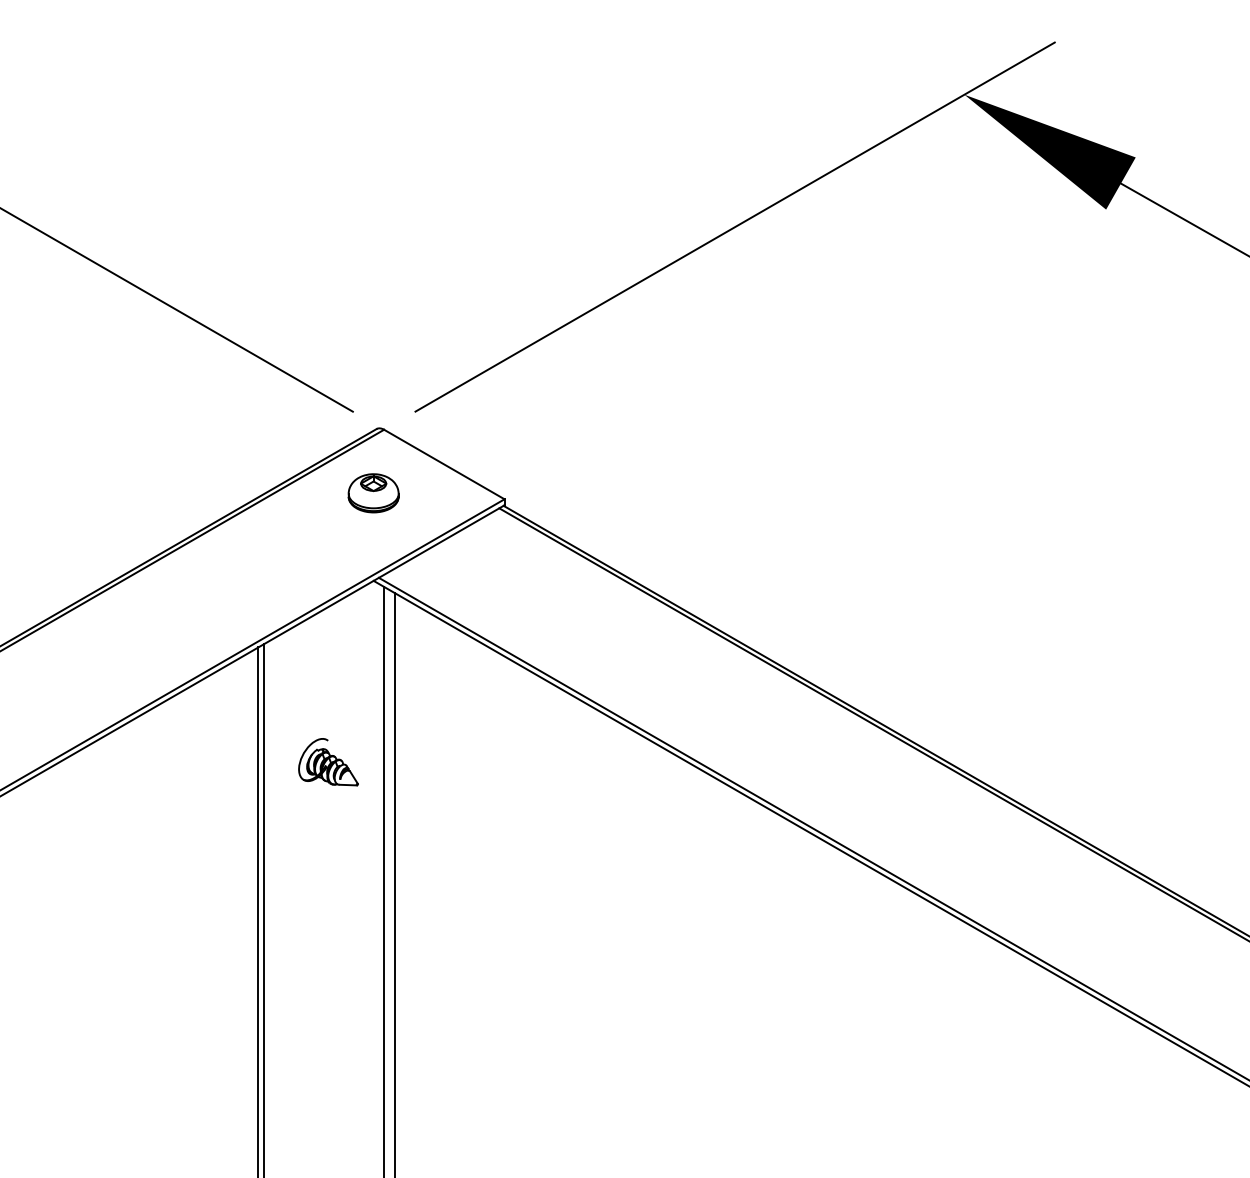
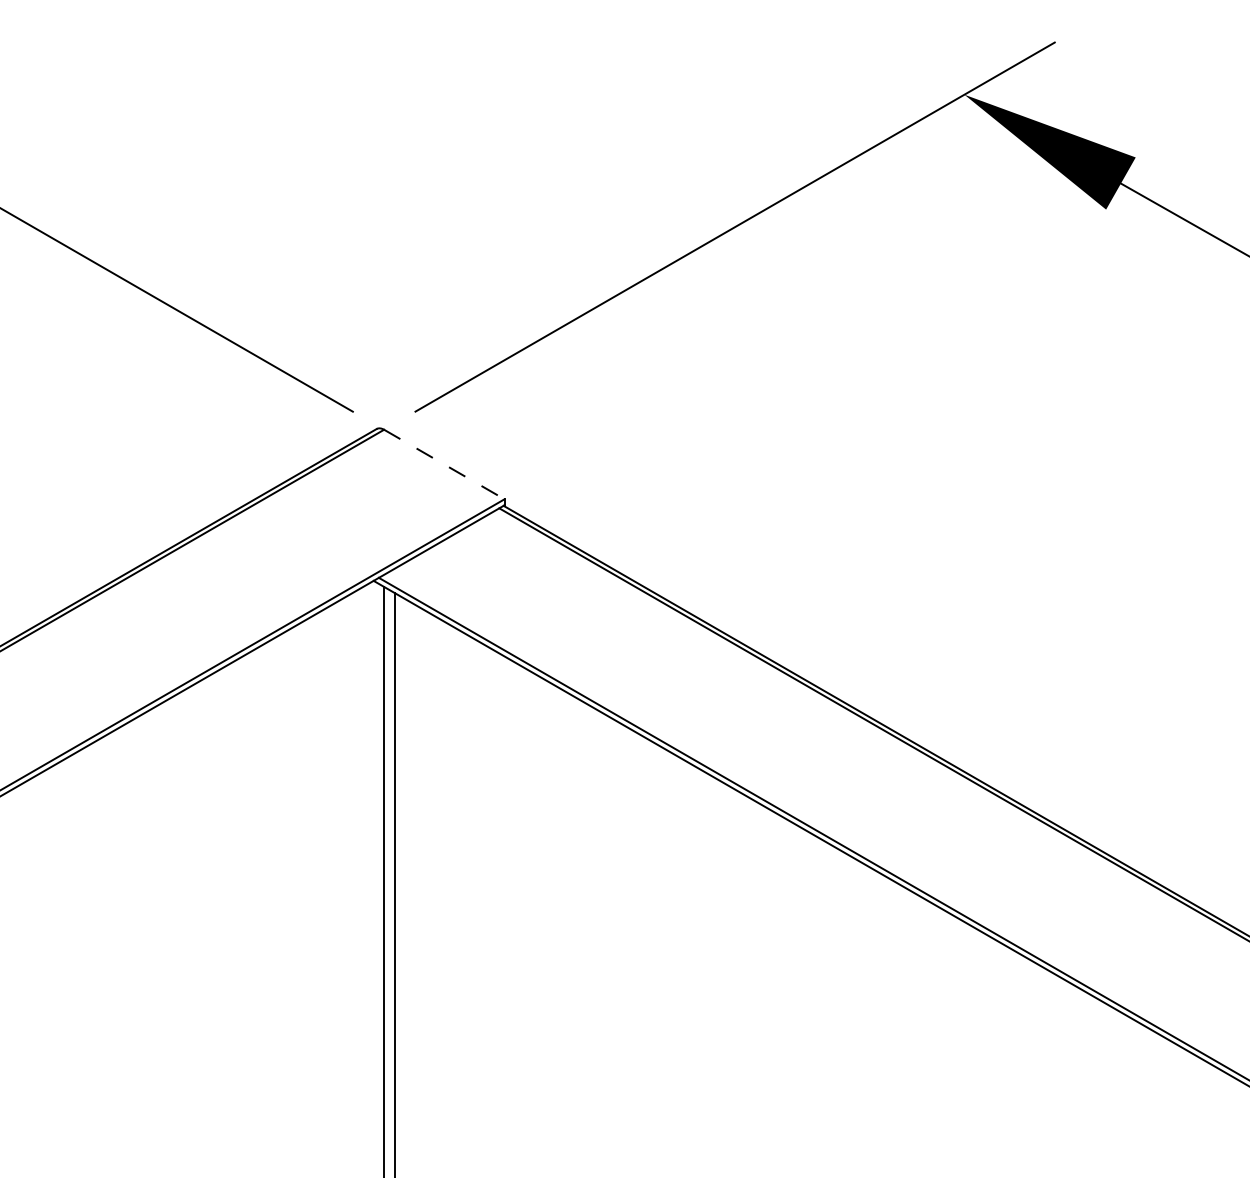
line at (444, 464): solid -> dashed
part at (373, 493): present -> none
part at (328, 762): present -> none
line at (263, 909): present -> none
line at (258, 910): present -> none
